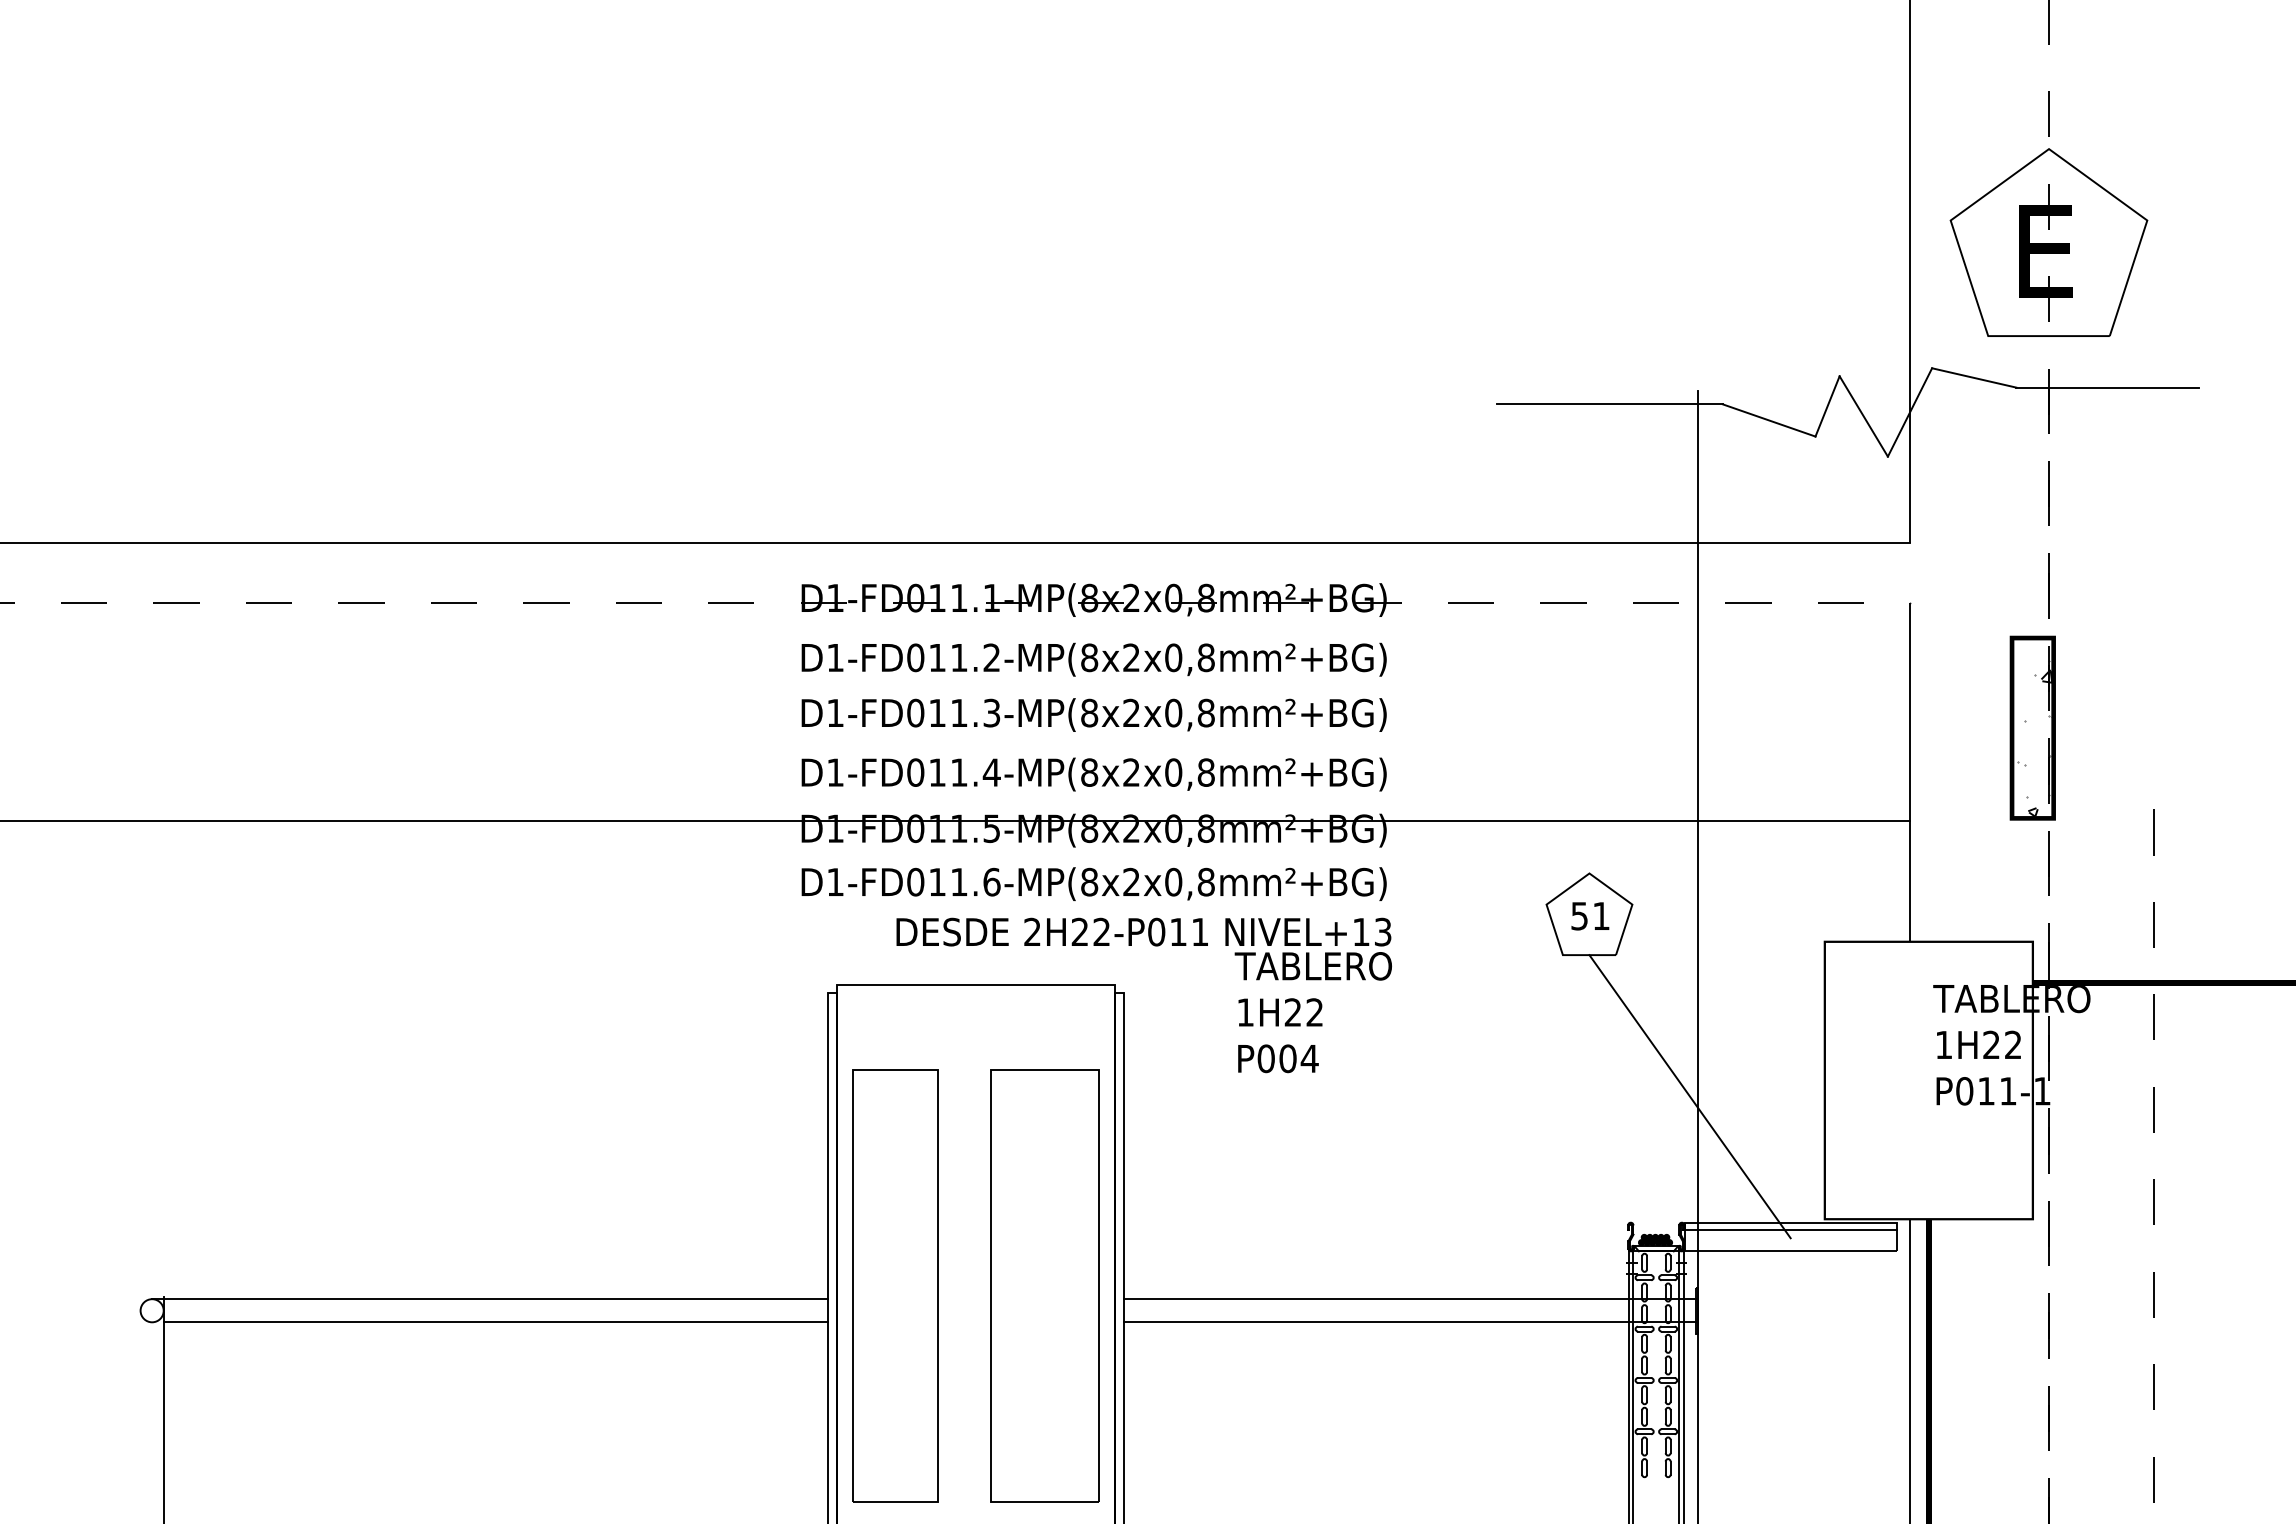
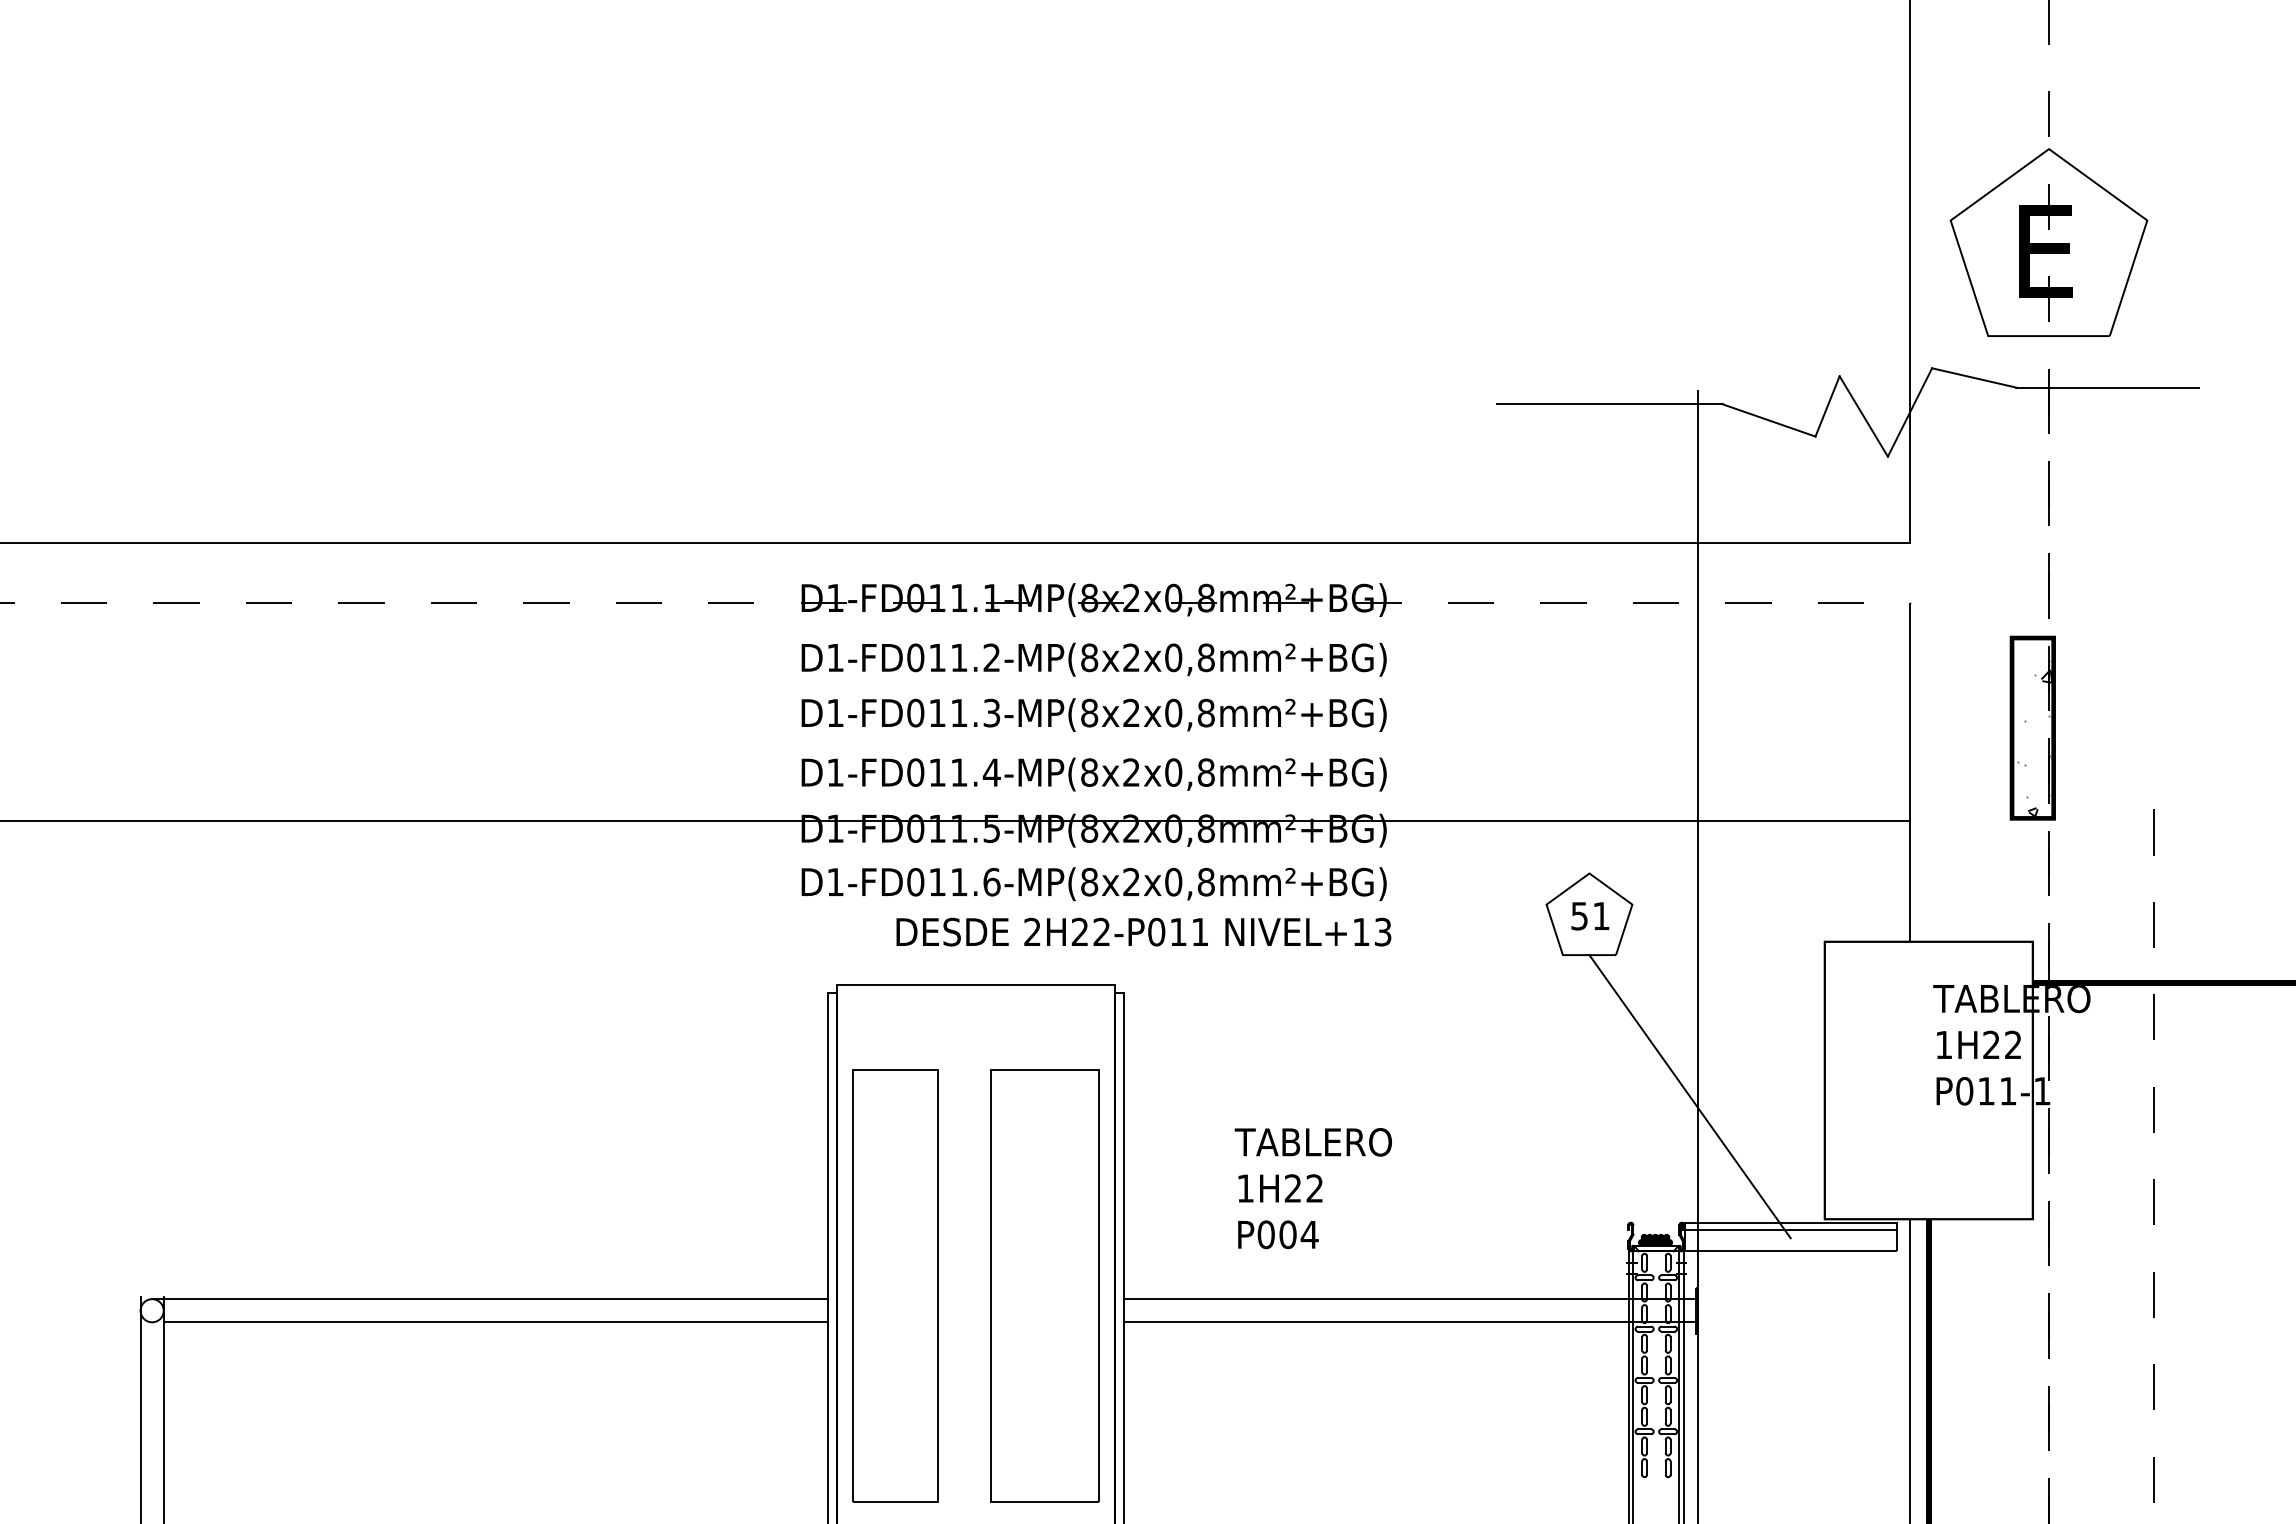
text at (1312, 1012) position: (1312, 1012) -> (1312, 1188)
line at (140, 1408): none -> present
